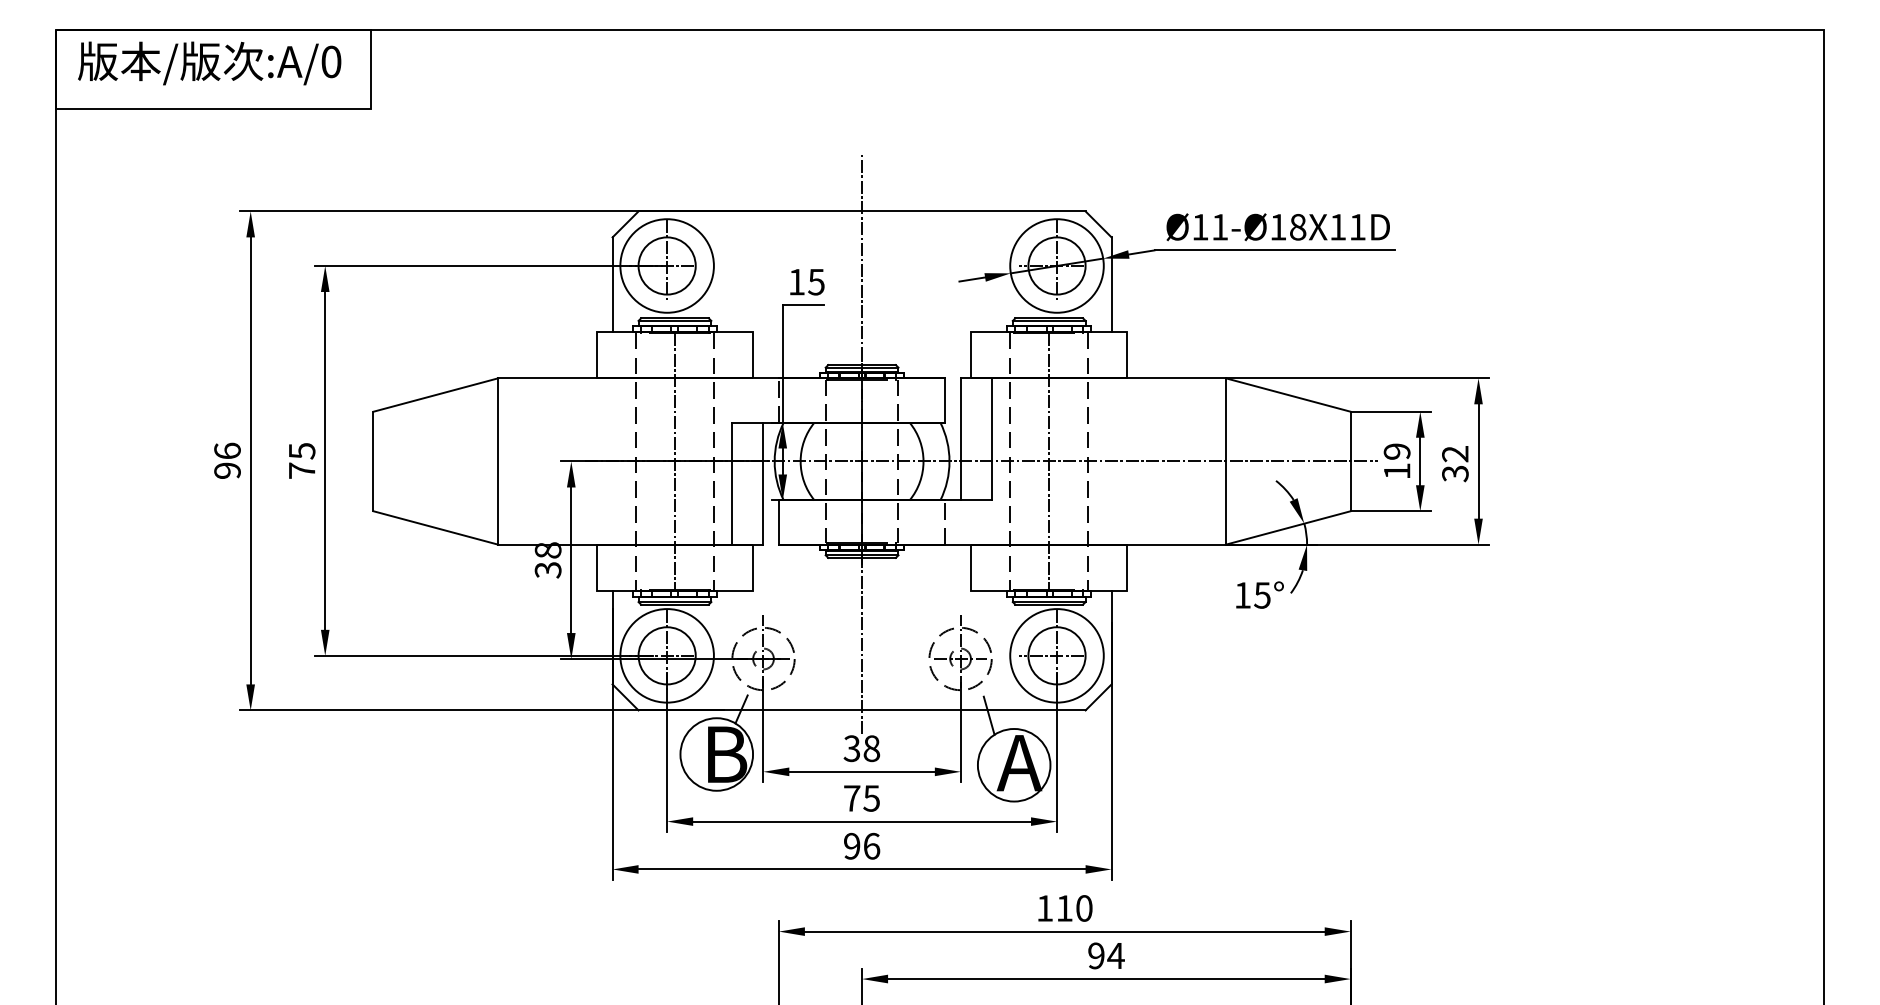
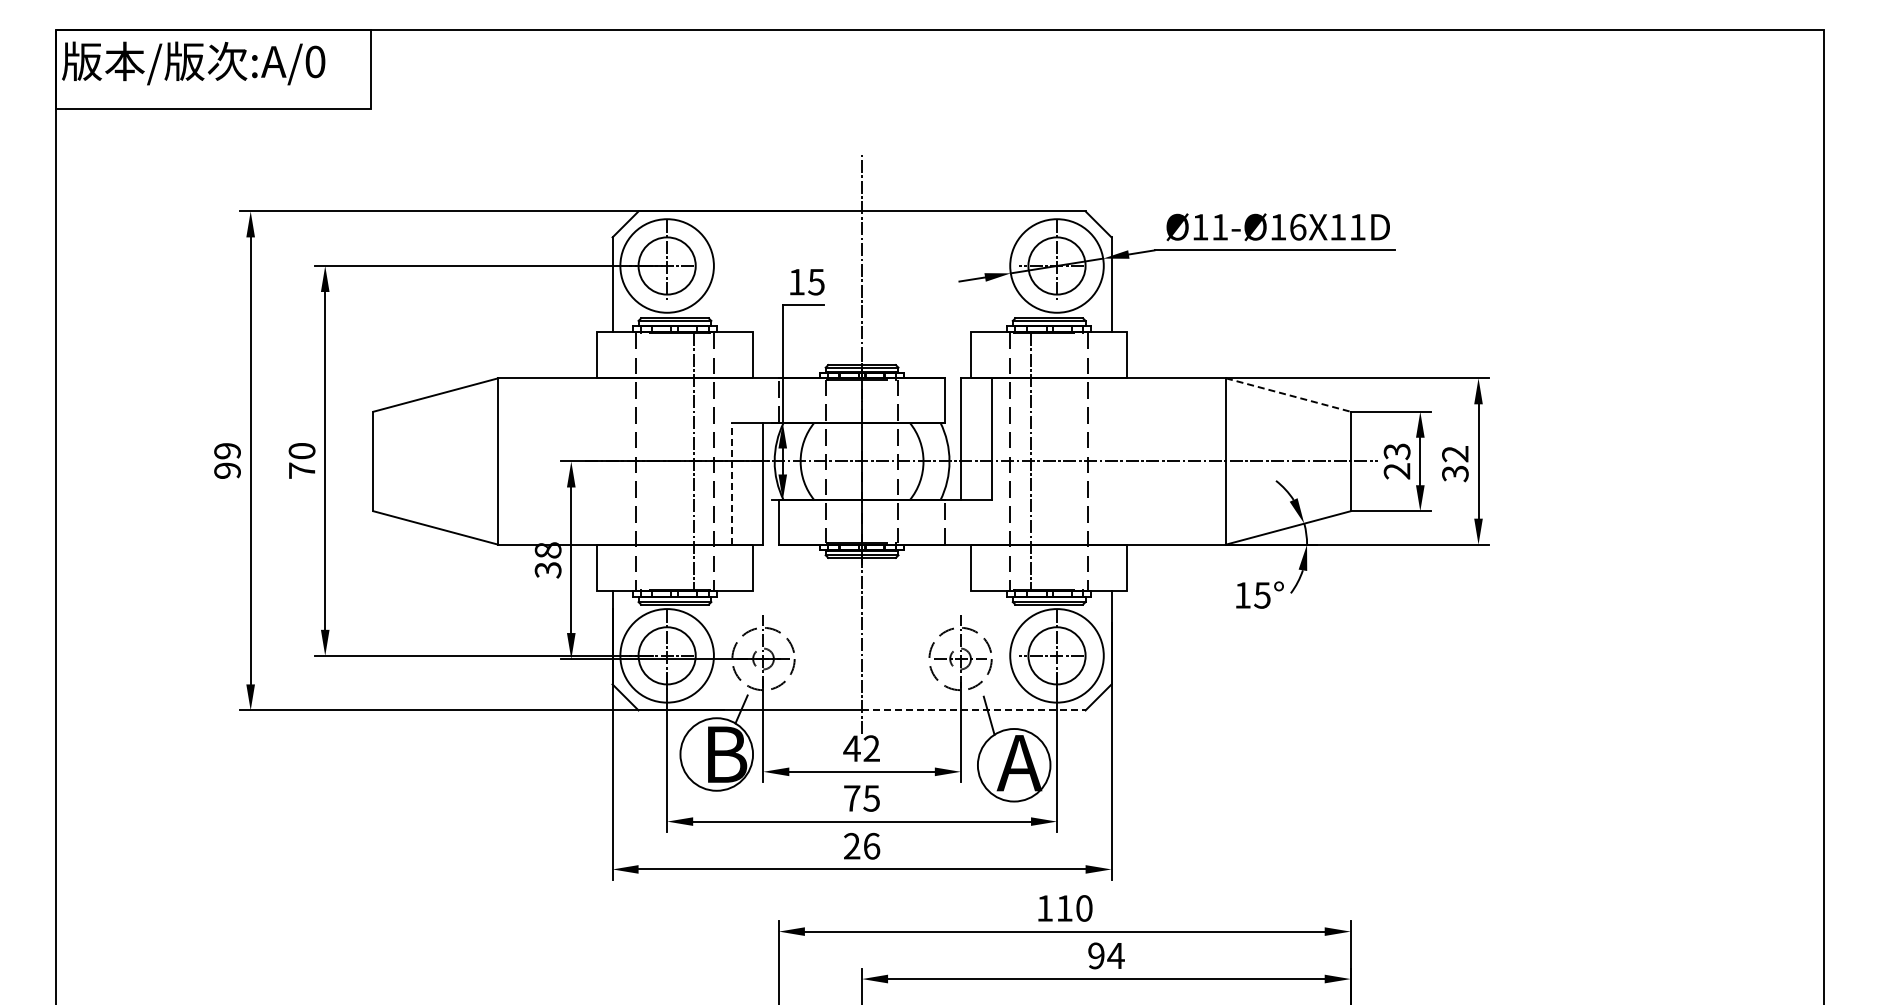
text at (209, 63) position: (209, 63) -> (193, 63)
text at (1298, 226): Ø11-Ø18X11D -> Ø11-Ø16X11D
line at (1288, 395): solid -> dashed
text at (227, 450): 96 -> 99
text at (301, 451): 75 -> 70
line at (674, 461) position: (674, 461) -> (693, 461)
line at (1049, 461) position: (1049, 461) -> (1031, 461)
text at (1396, 461): 19 -> 23
line at (732, 483): solid -> dashed
line at (973, 710): solid -> dashed
text at (861, 748): 38 -> 42
text at (852, 846): 96 -> 26
